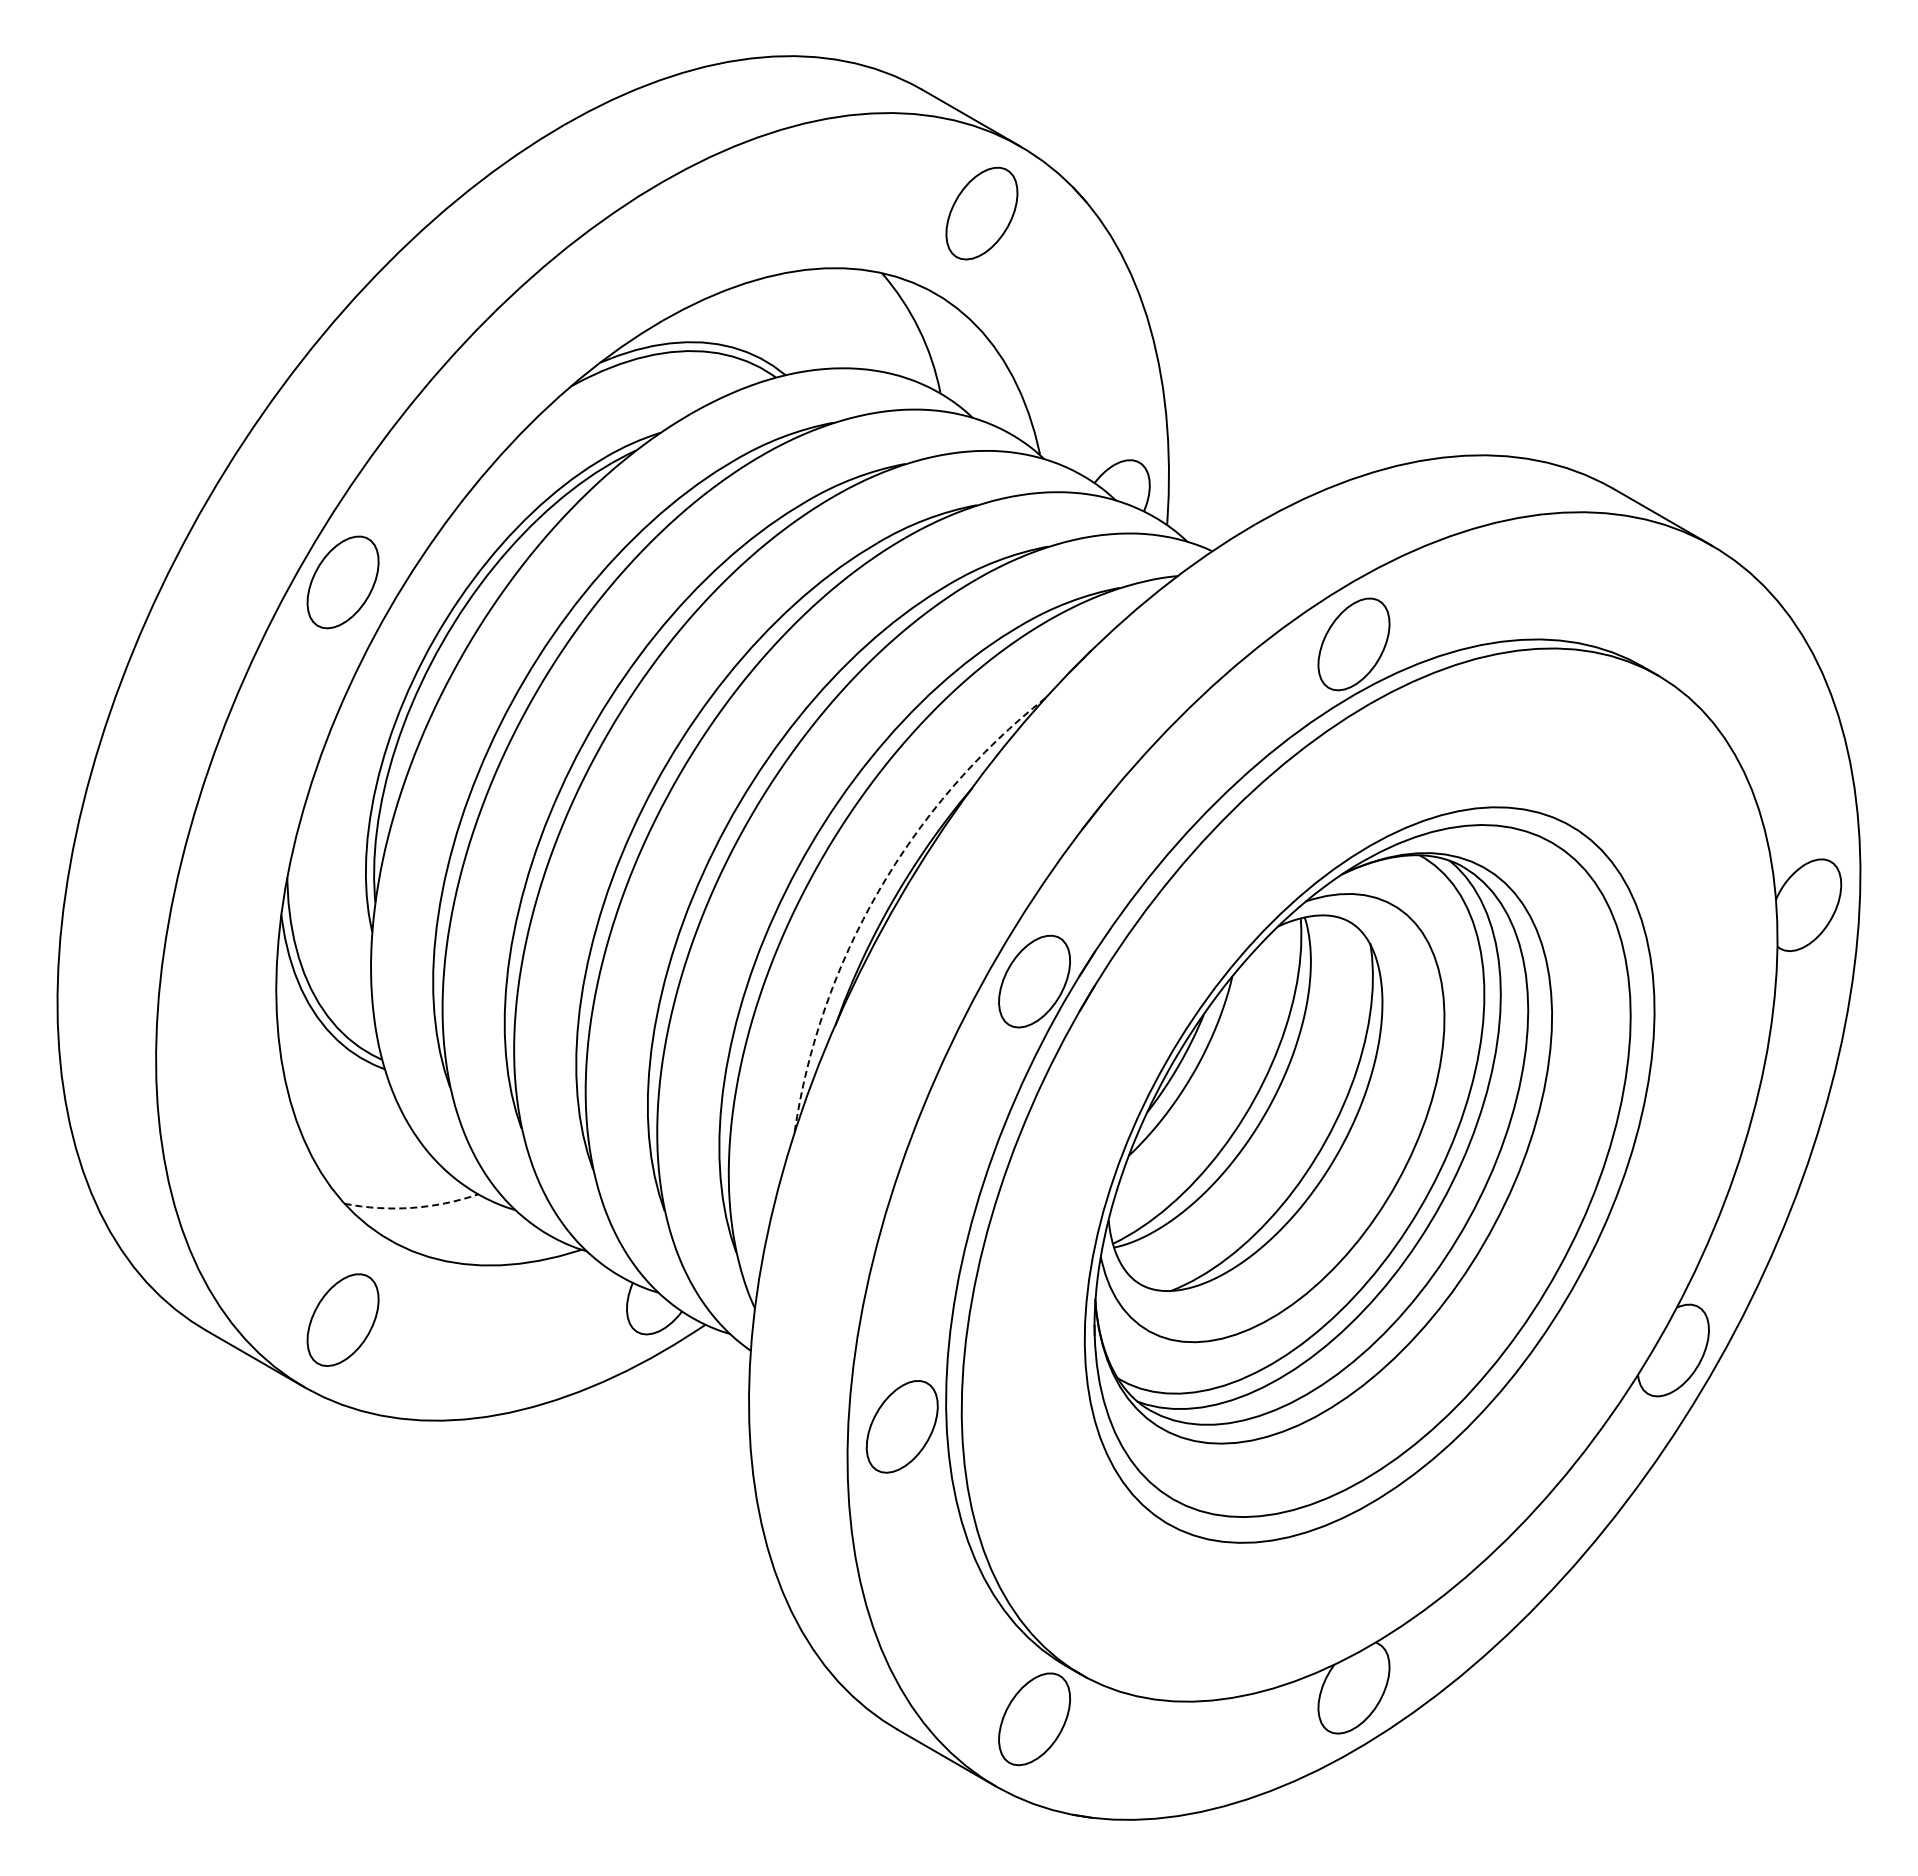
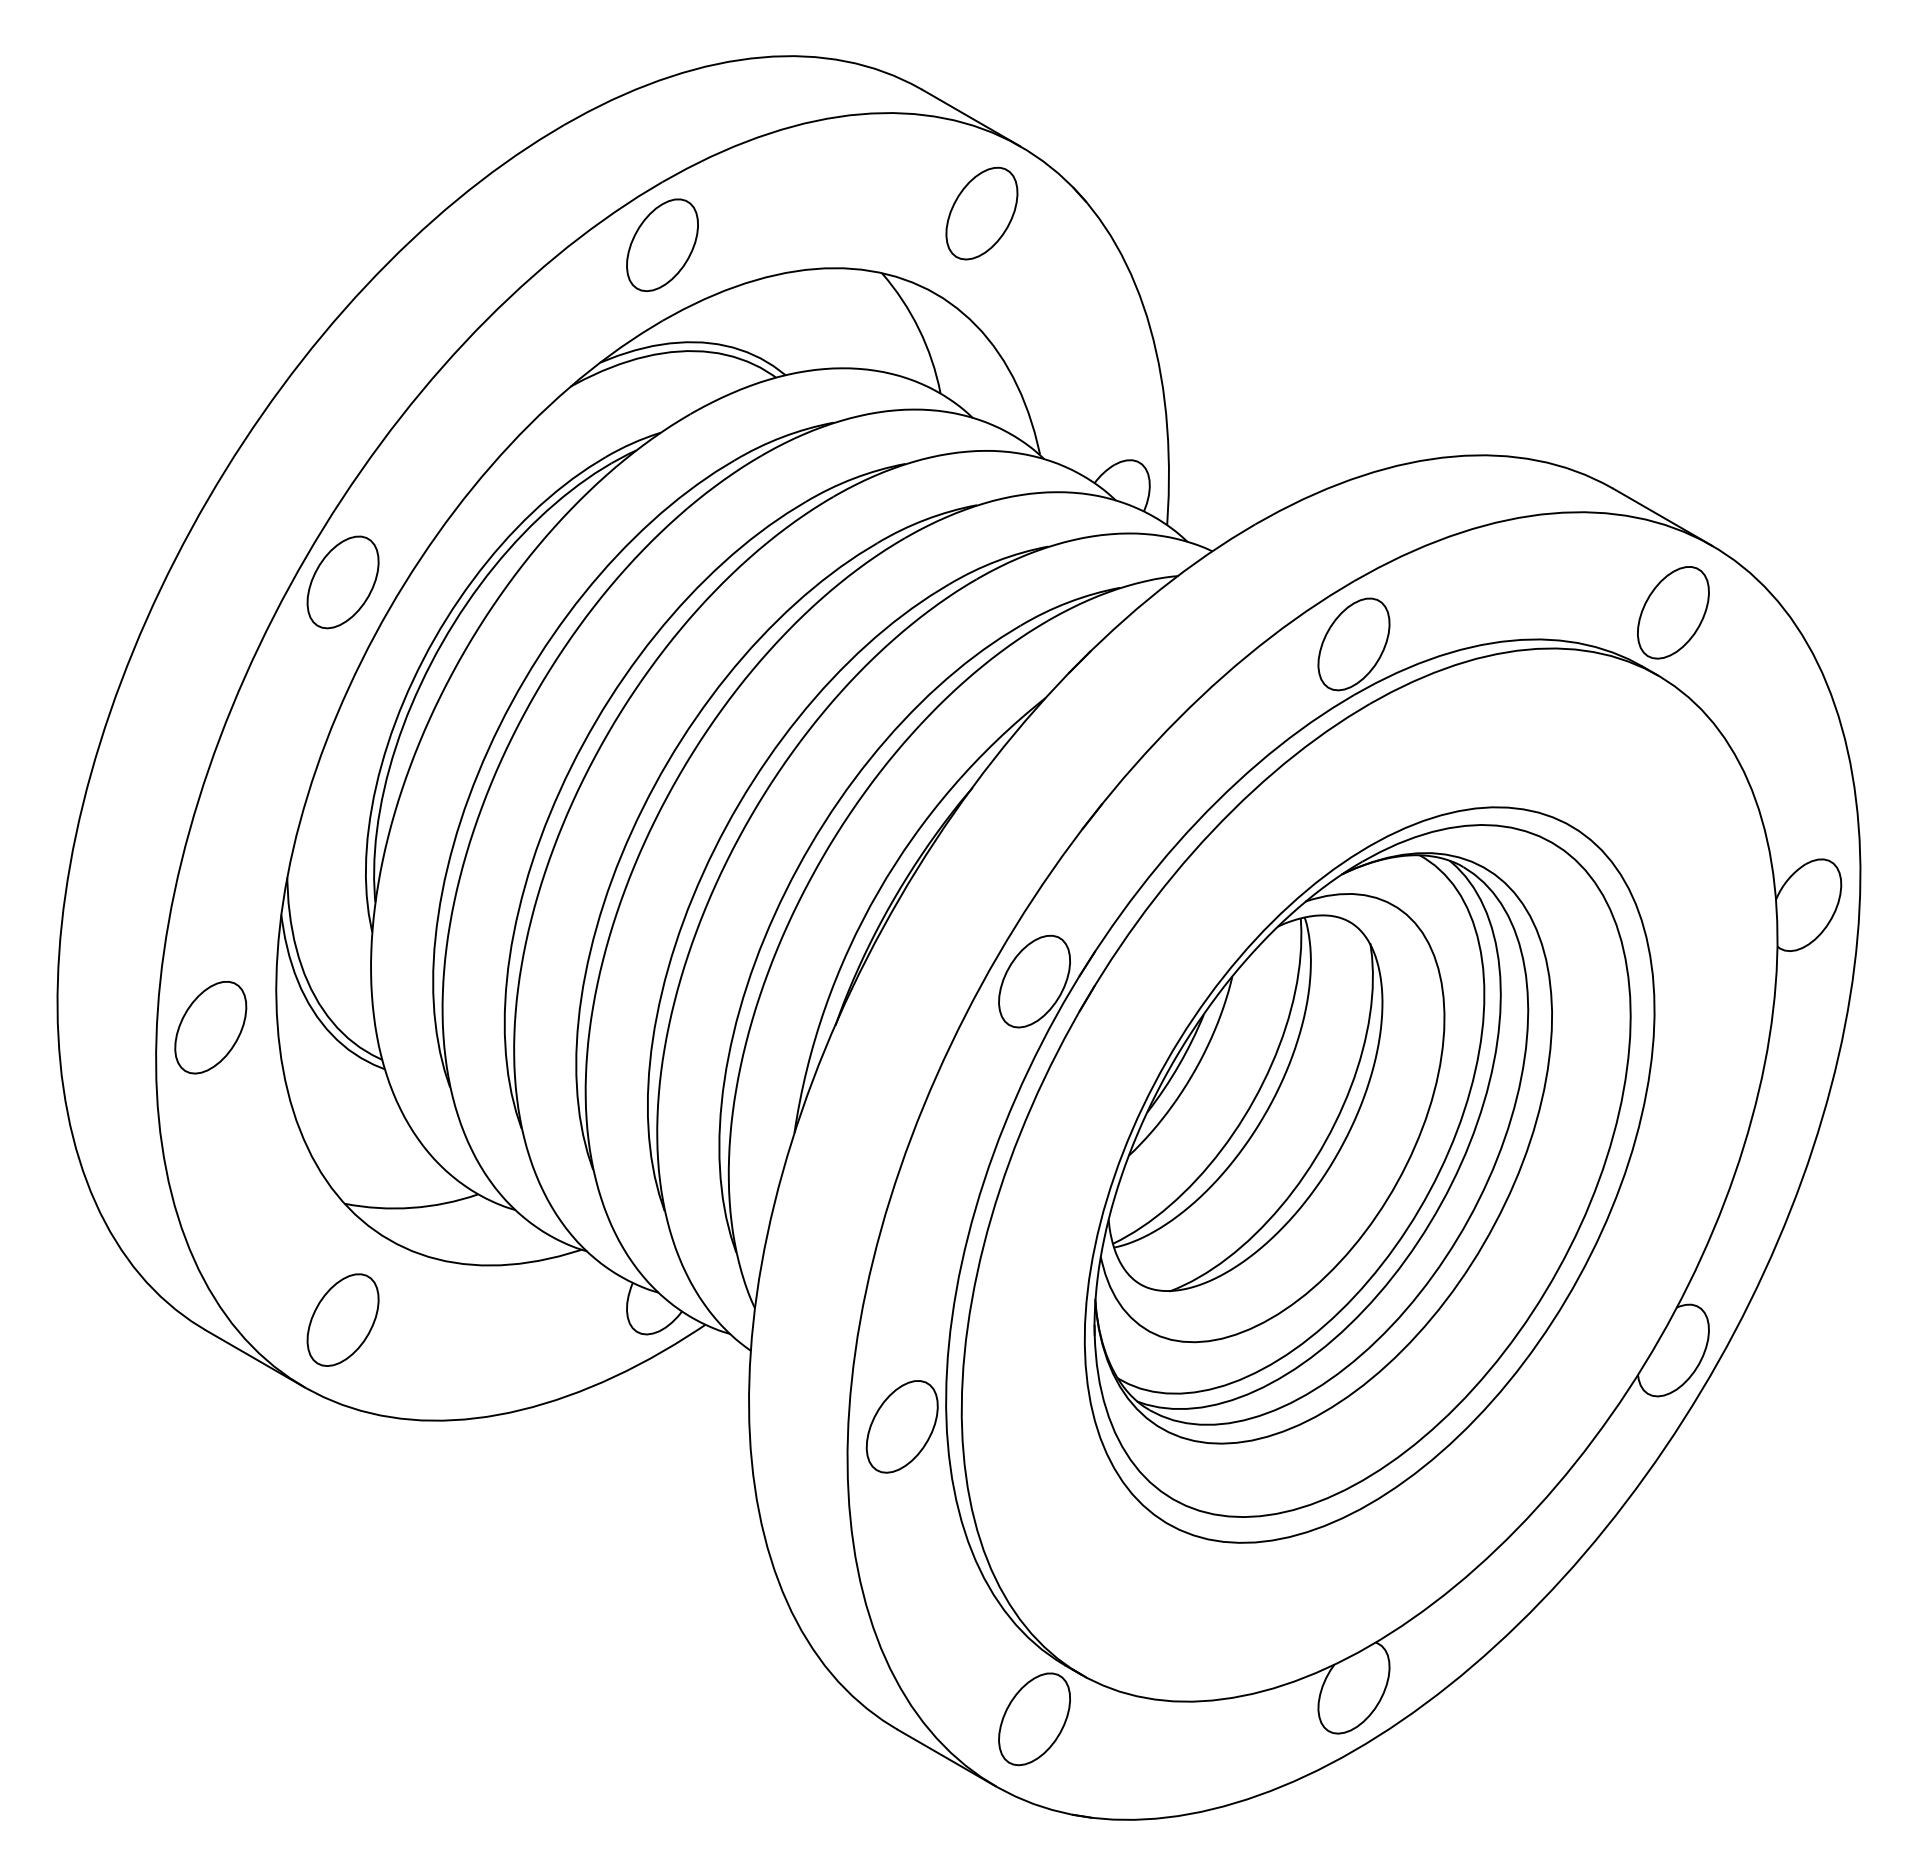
part at (662, 244): none -> present
part at (1673, 612): none -> present
arc at (878, 891): dashed -> solid
part at (210, 1027): none -> present
arc at (411, 1207): dashed -> solid
